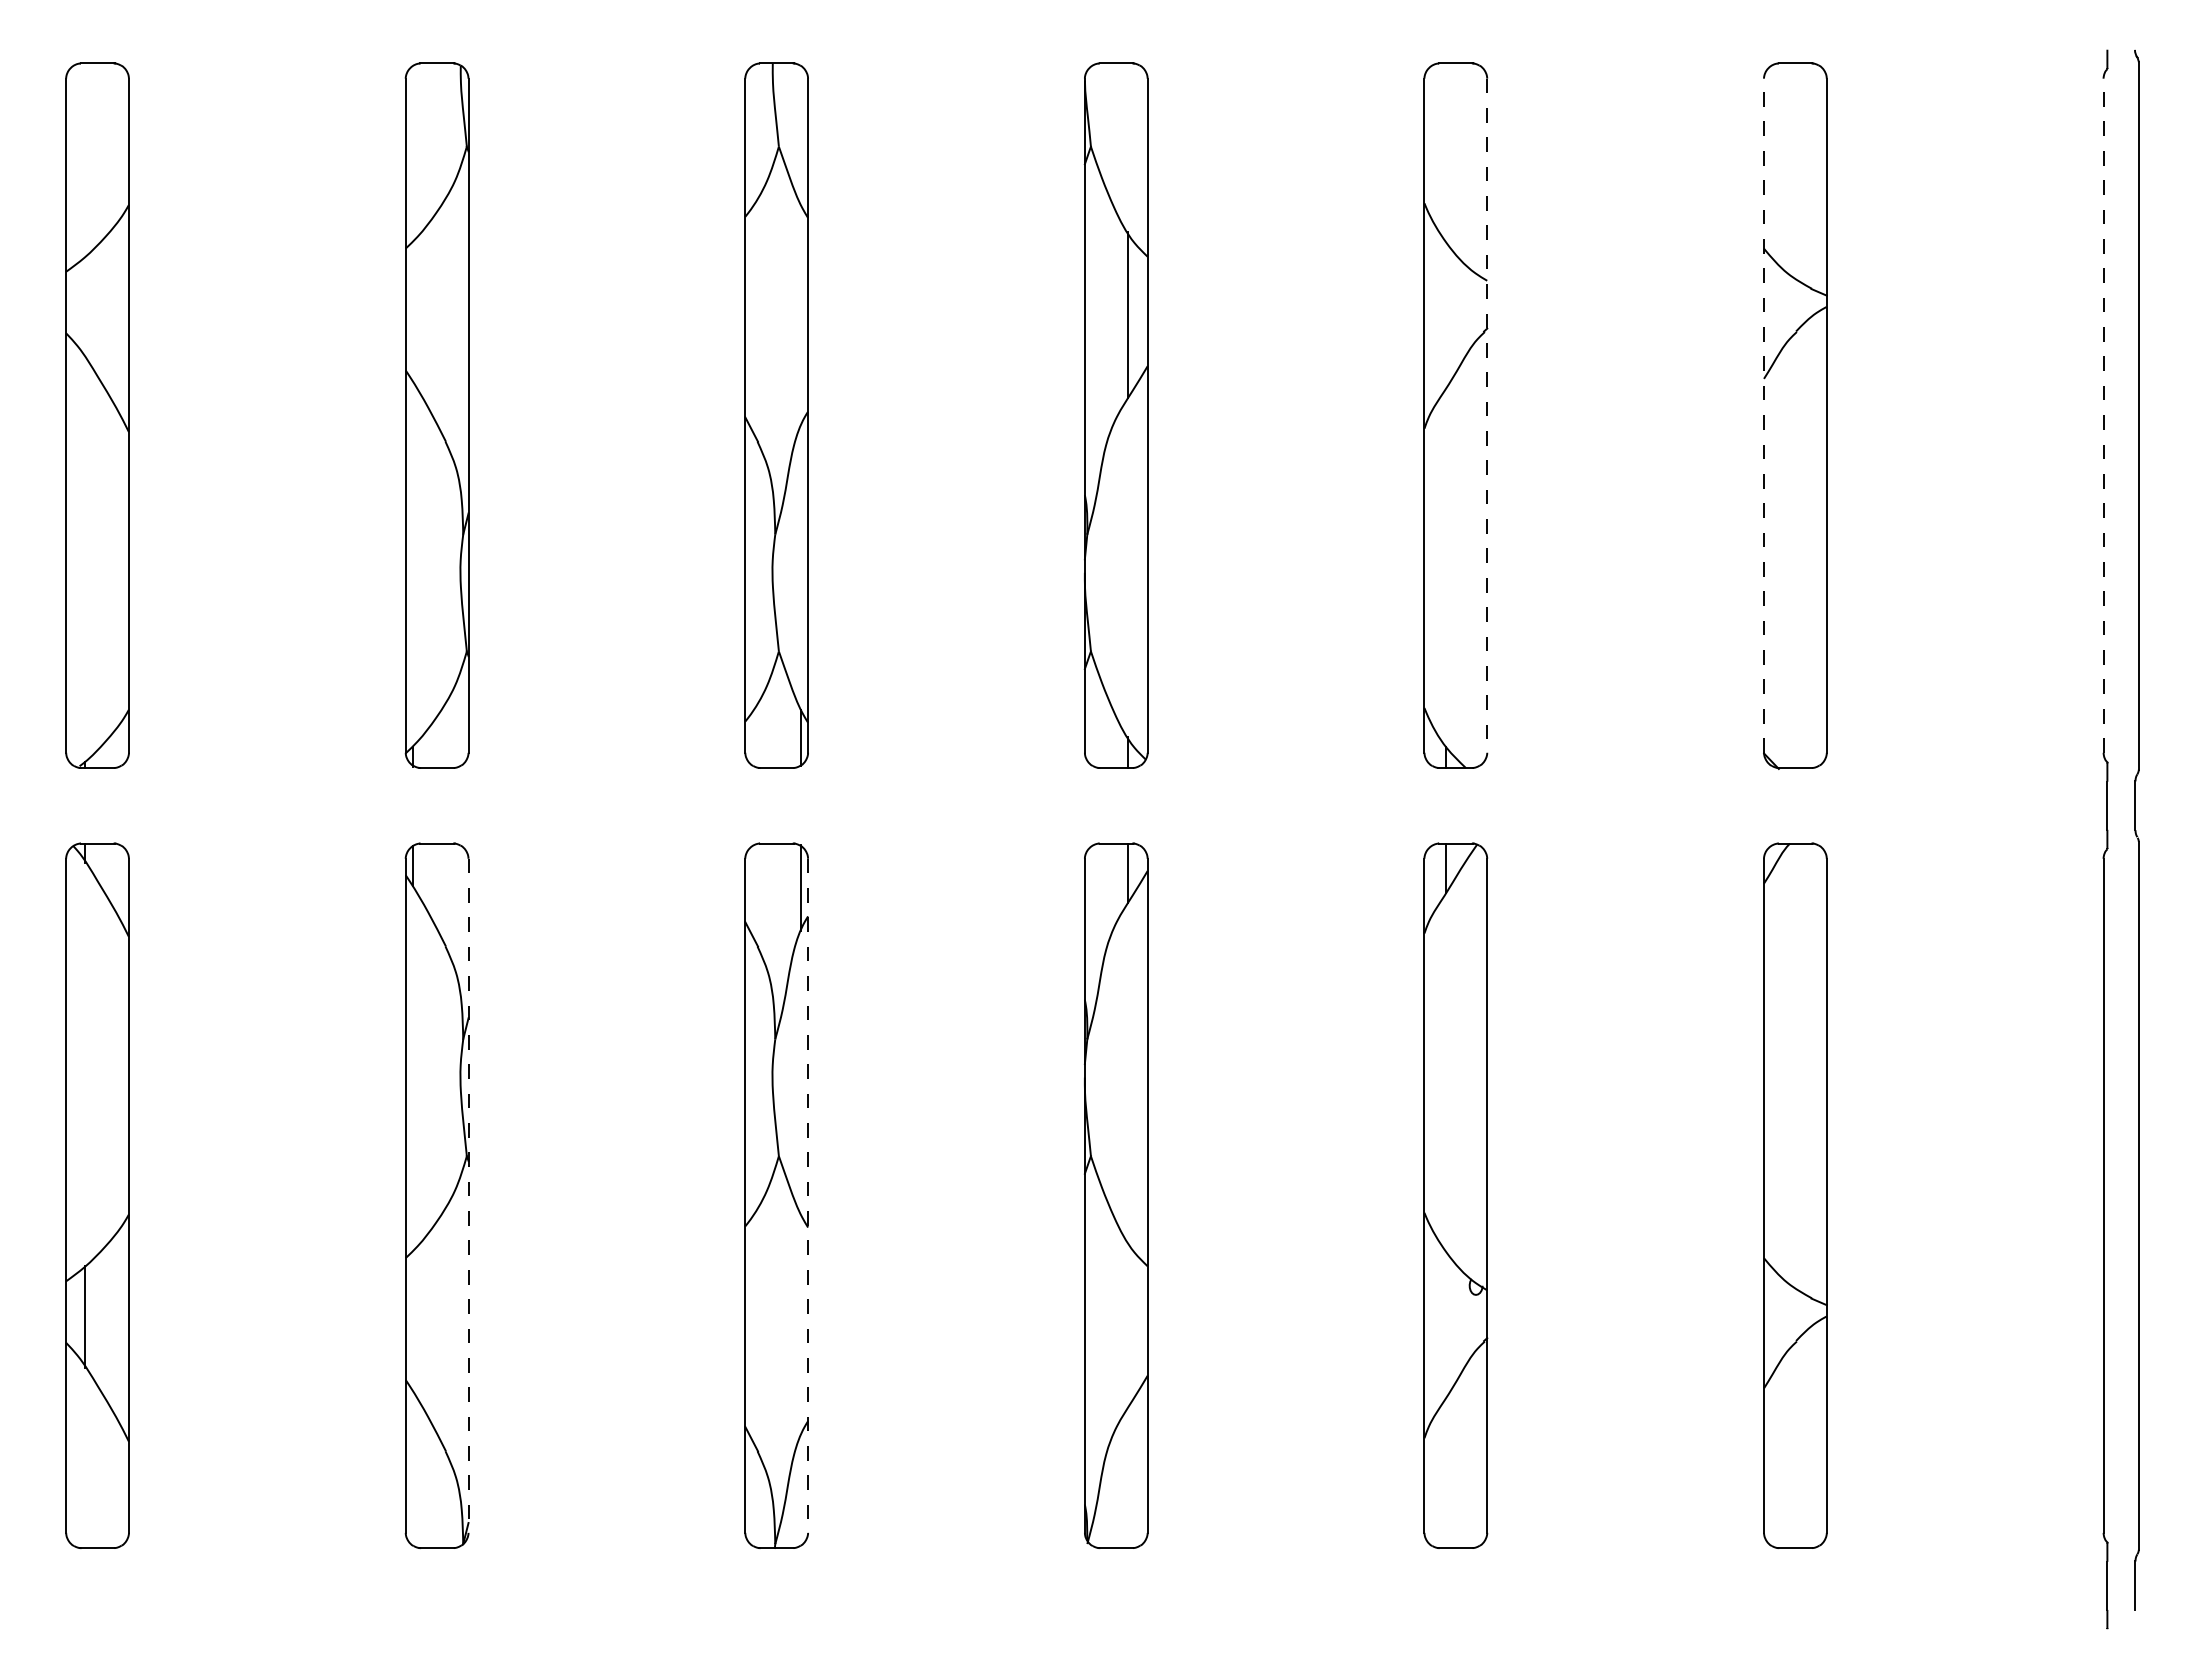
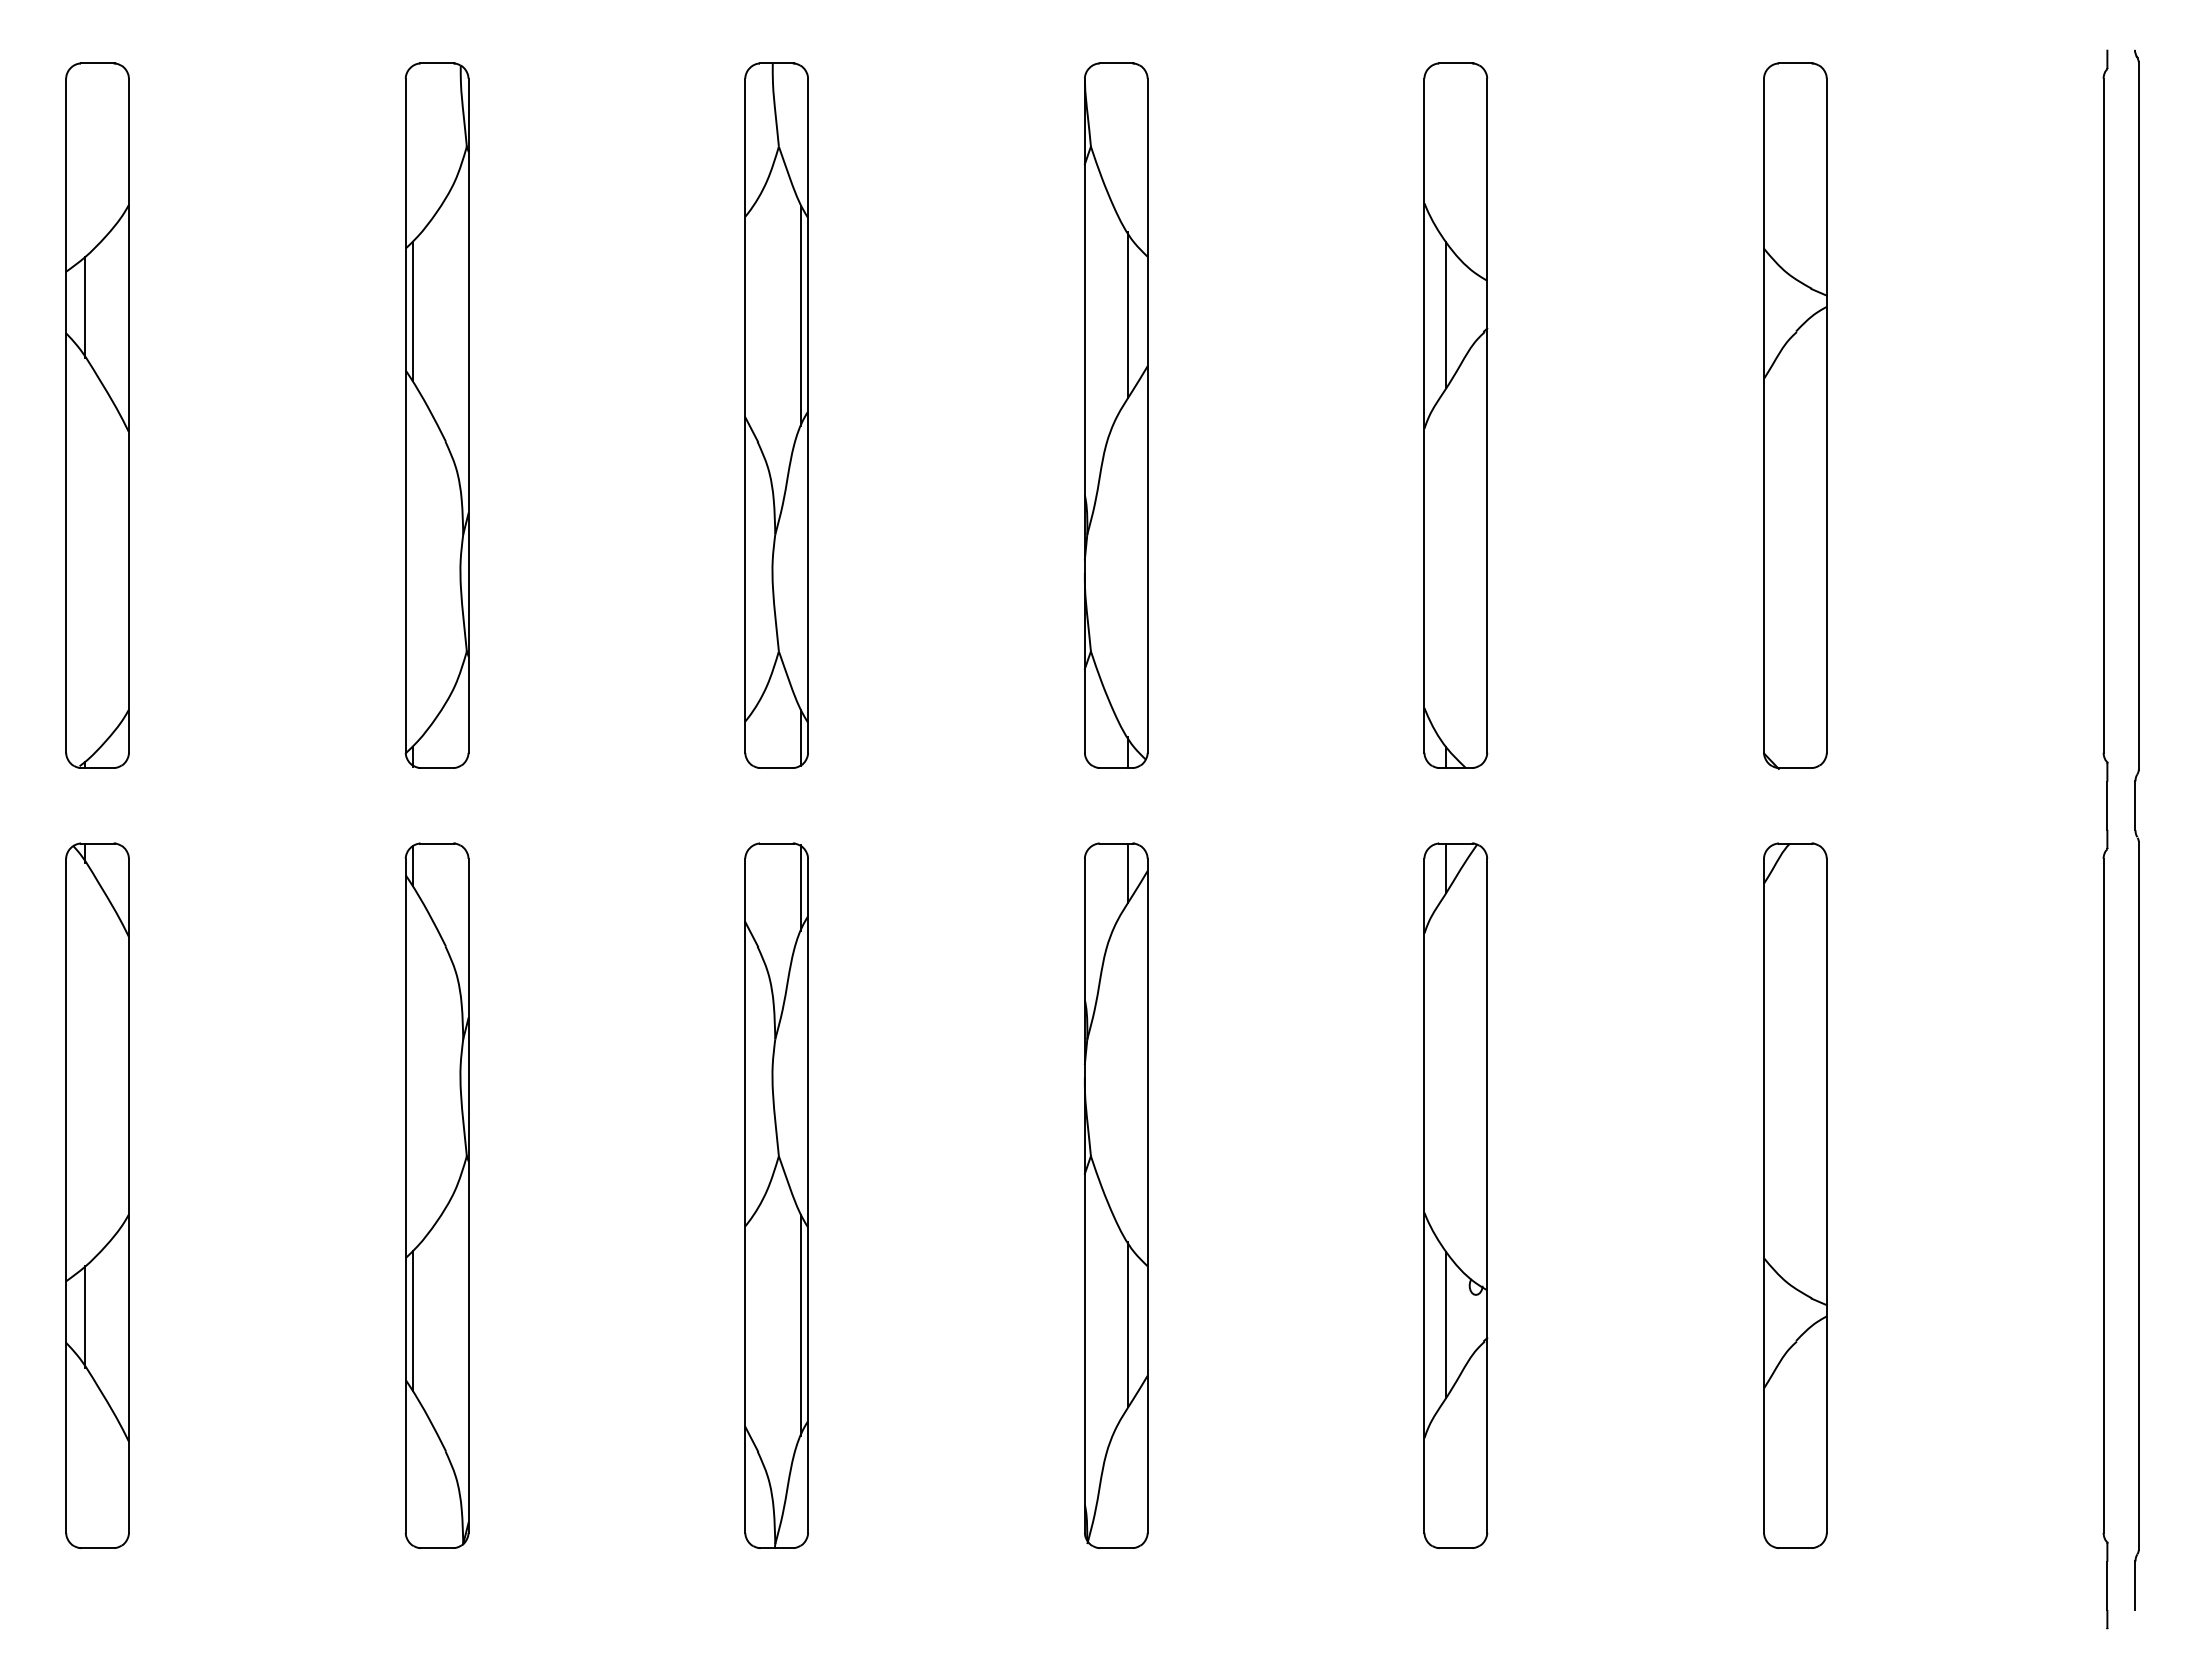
line at (85, 306): none -> present
line at (412, 311): none -> present
line at (801, 315): none -> present
line at (1446, 315): none -> present
line at (1764, 415): dashed -> solid
line at (2103, 415): dashed -> solid
line at (1487, 416): dashed -> solid
line at (468, 1196): dashed -> solid
line at (808, 1196): dashed -> solid
line at (412, 1320): none -> present
line at (1128, 1324): none -> present
line at (1446, 1324): none -> present
line at (801, 1325): none -> present
